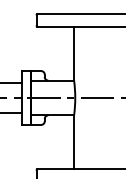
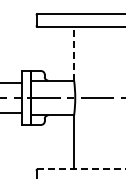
line at (74, 53): solid -> dashed
line at (82, 169): solid -> dashed
